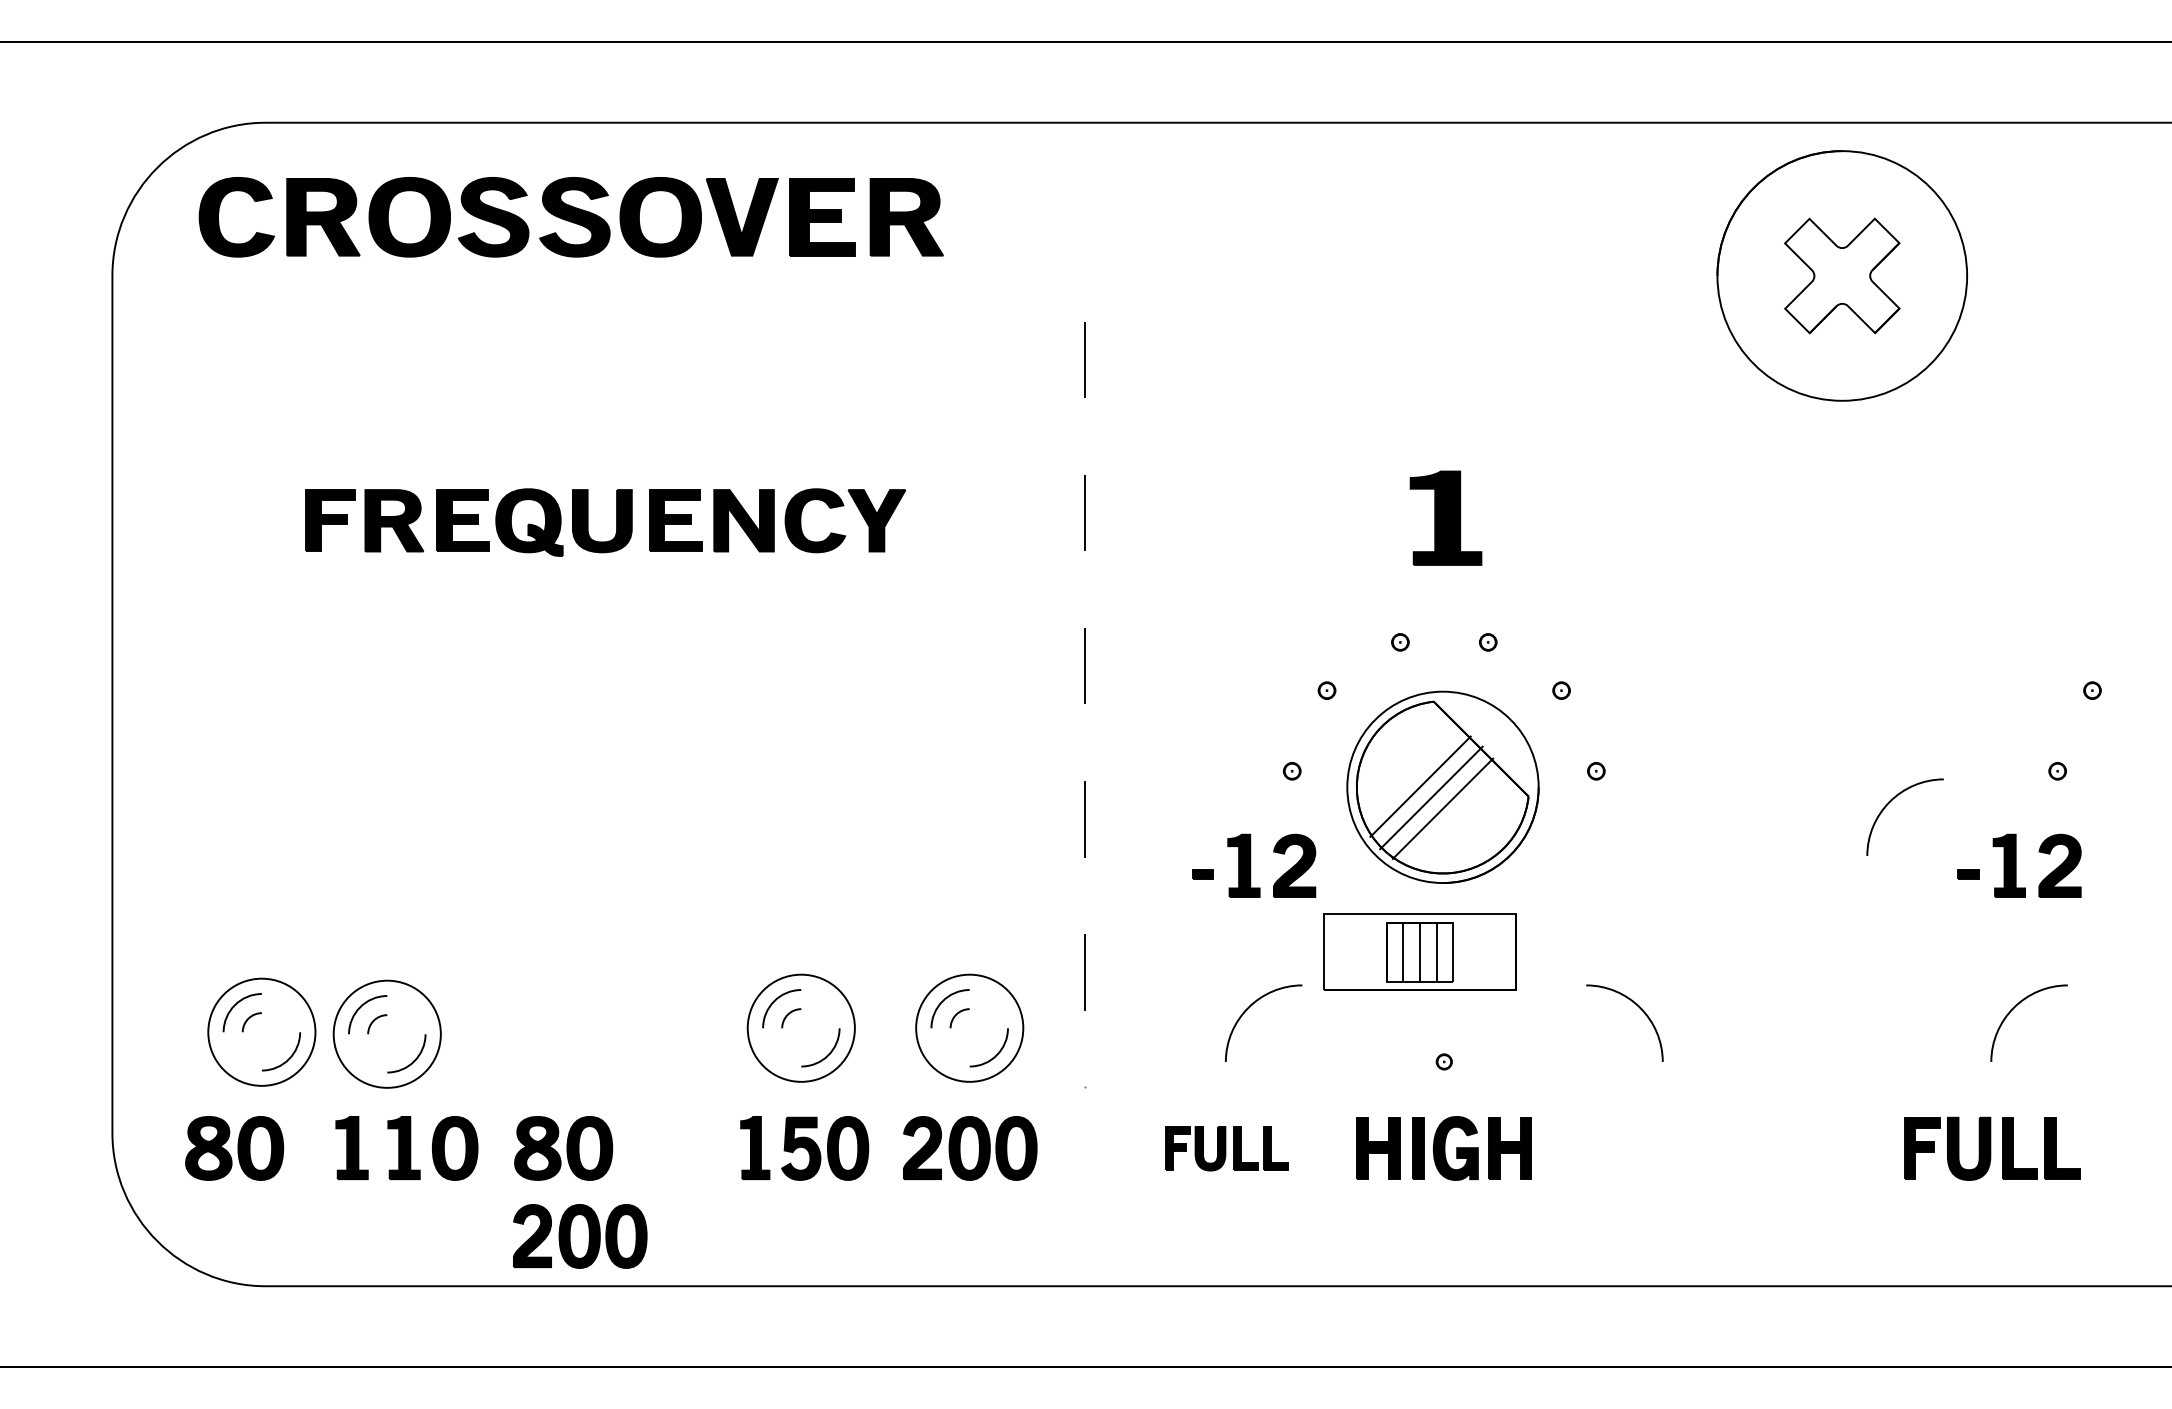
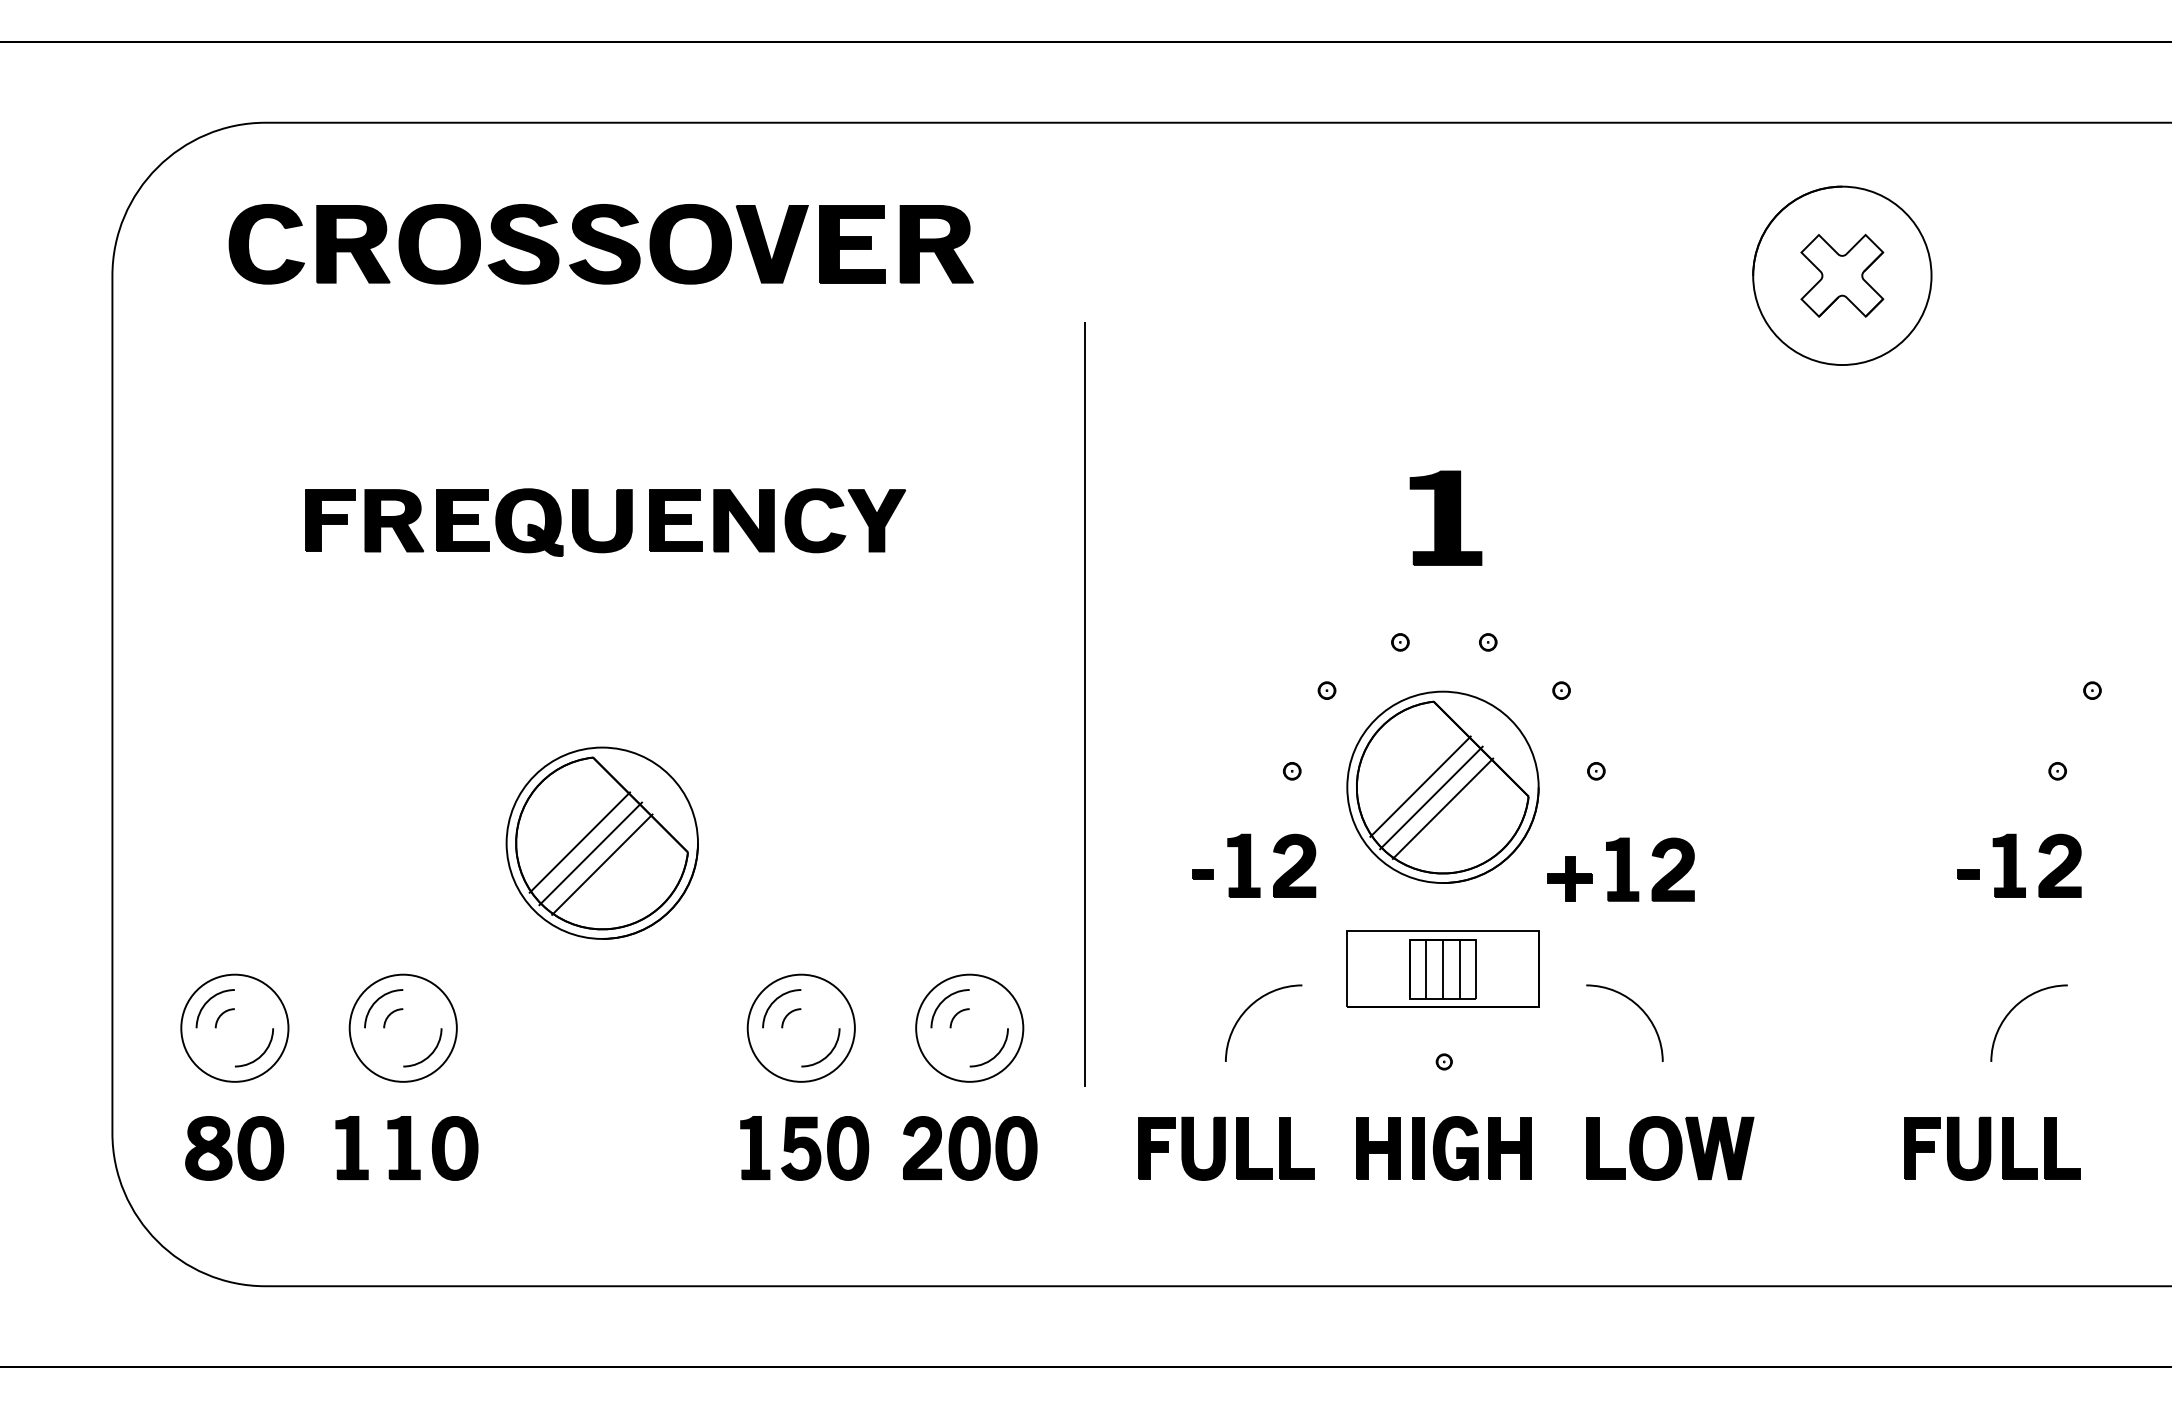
part at (570, 217) position: (570, 217) -> (600, 244)
part at (1841, 275) size: 252x252 px -> 181x181 px
line at (1084, 704): dashed -> solid
curve at (1890, 802): present -> none
part at (601, 842): none -> present
part at (1620, 869): none -> present
part at (1419, 951) position: (1419, 951) -> (1442, 968)
part at (261, 1031) position: (261, 1031) -> (234, 1027)
part at (386, 1033) position: (386, 1033) -> (402, 1027)
part at (563, 1148): present -> none
part at (1226, 1148) size: 124x46 px -> 177x65 px
part at (1670, 1148): none -> present
part at (580, 1236): present -> none
